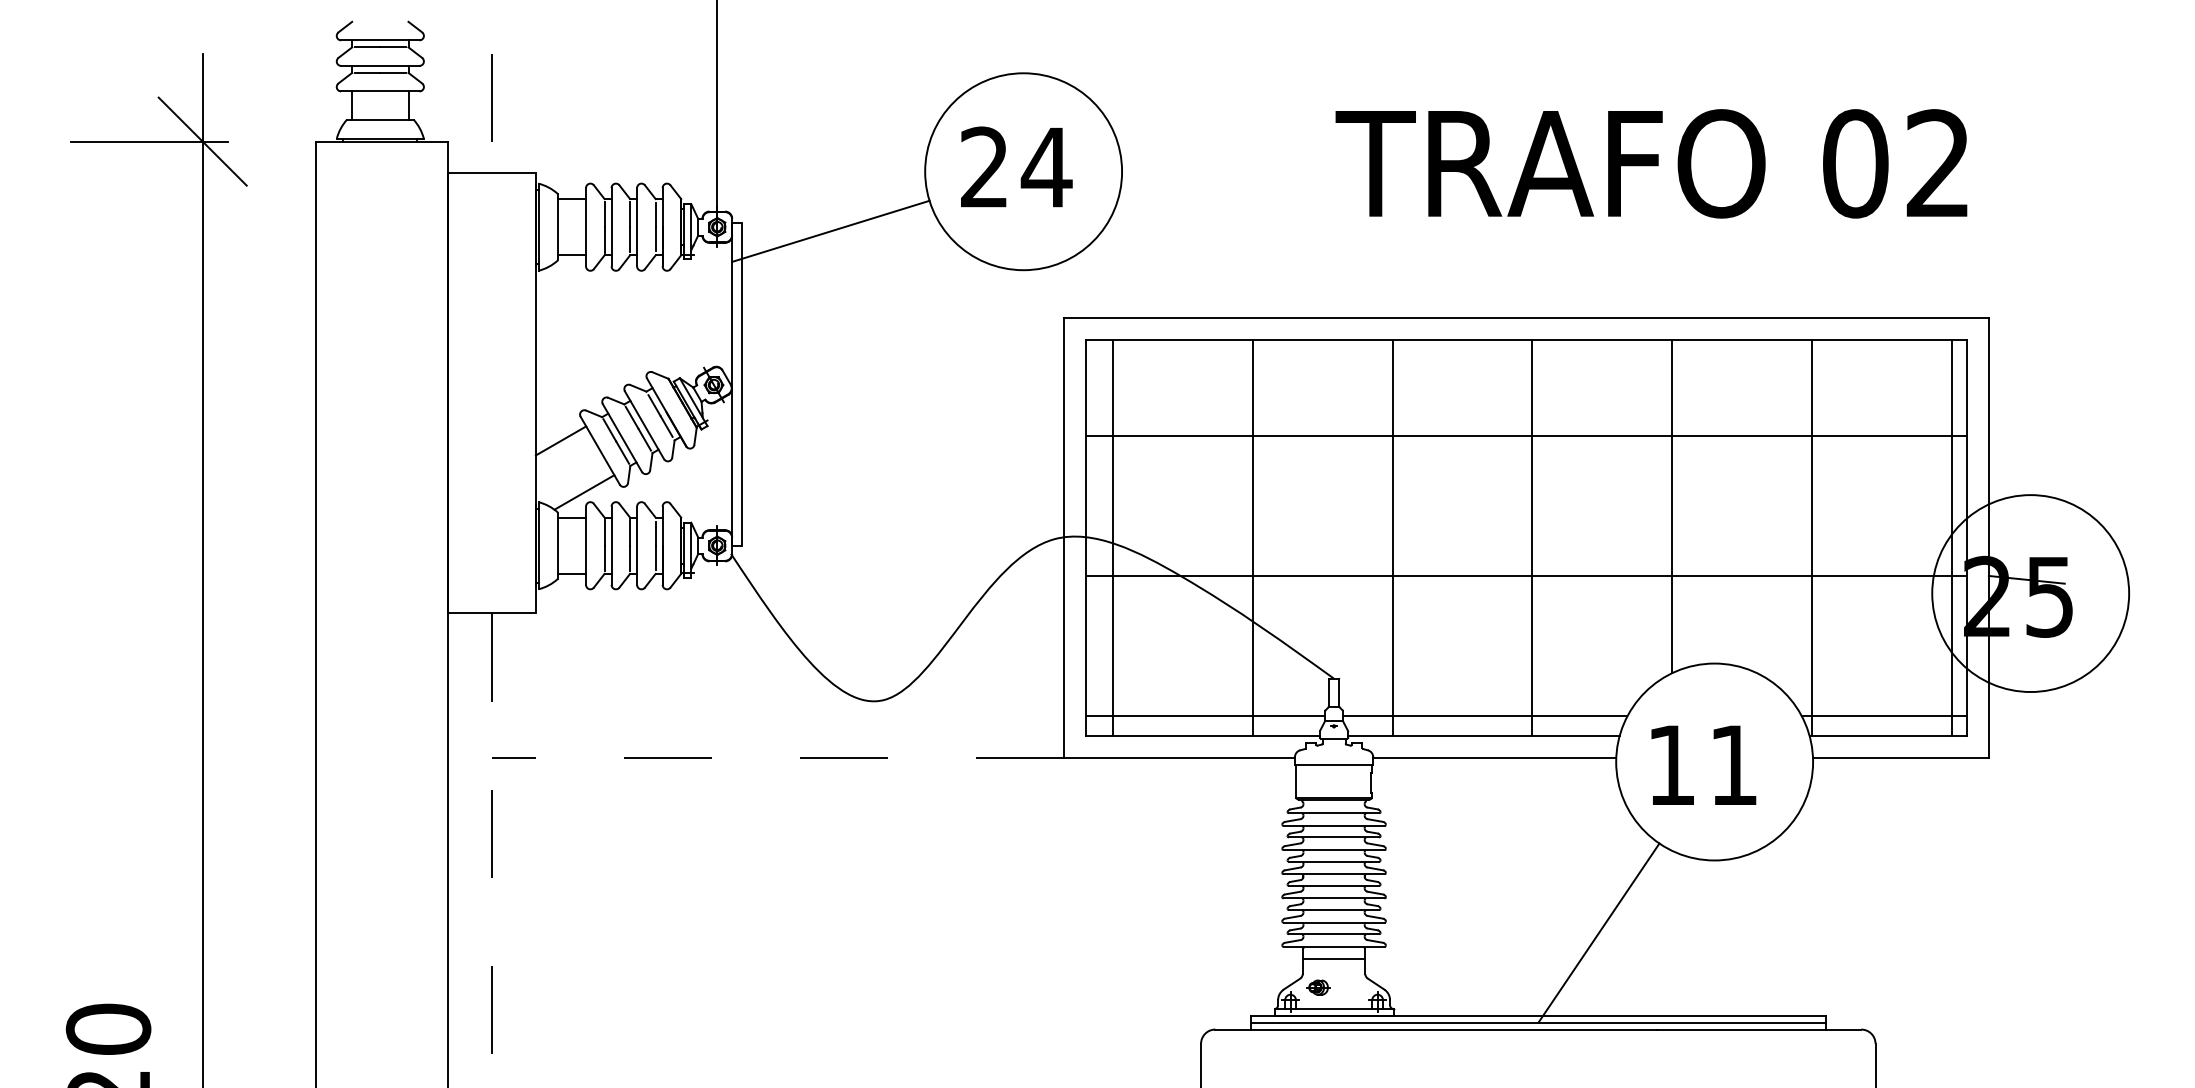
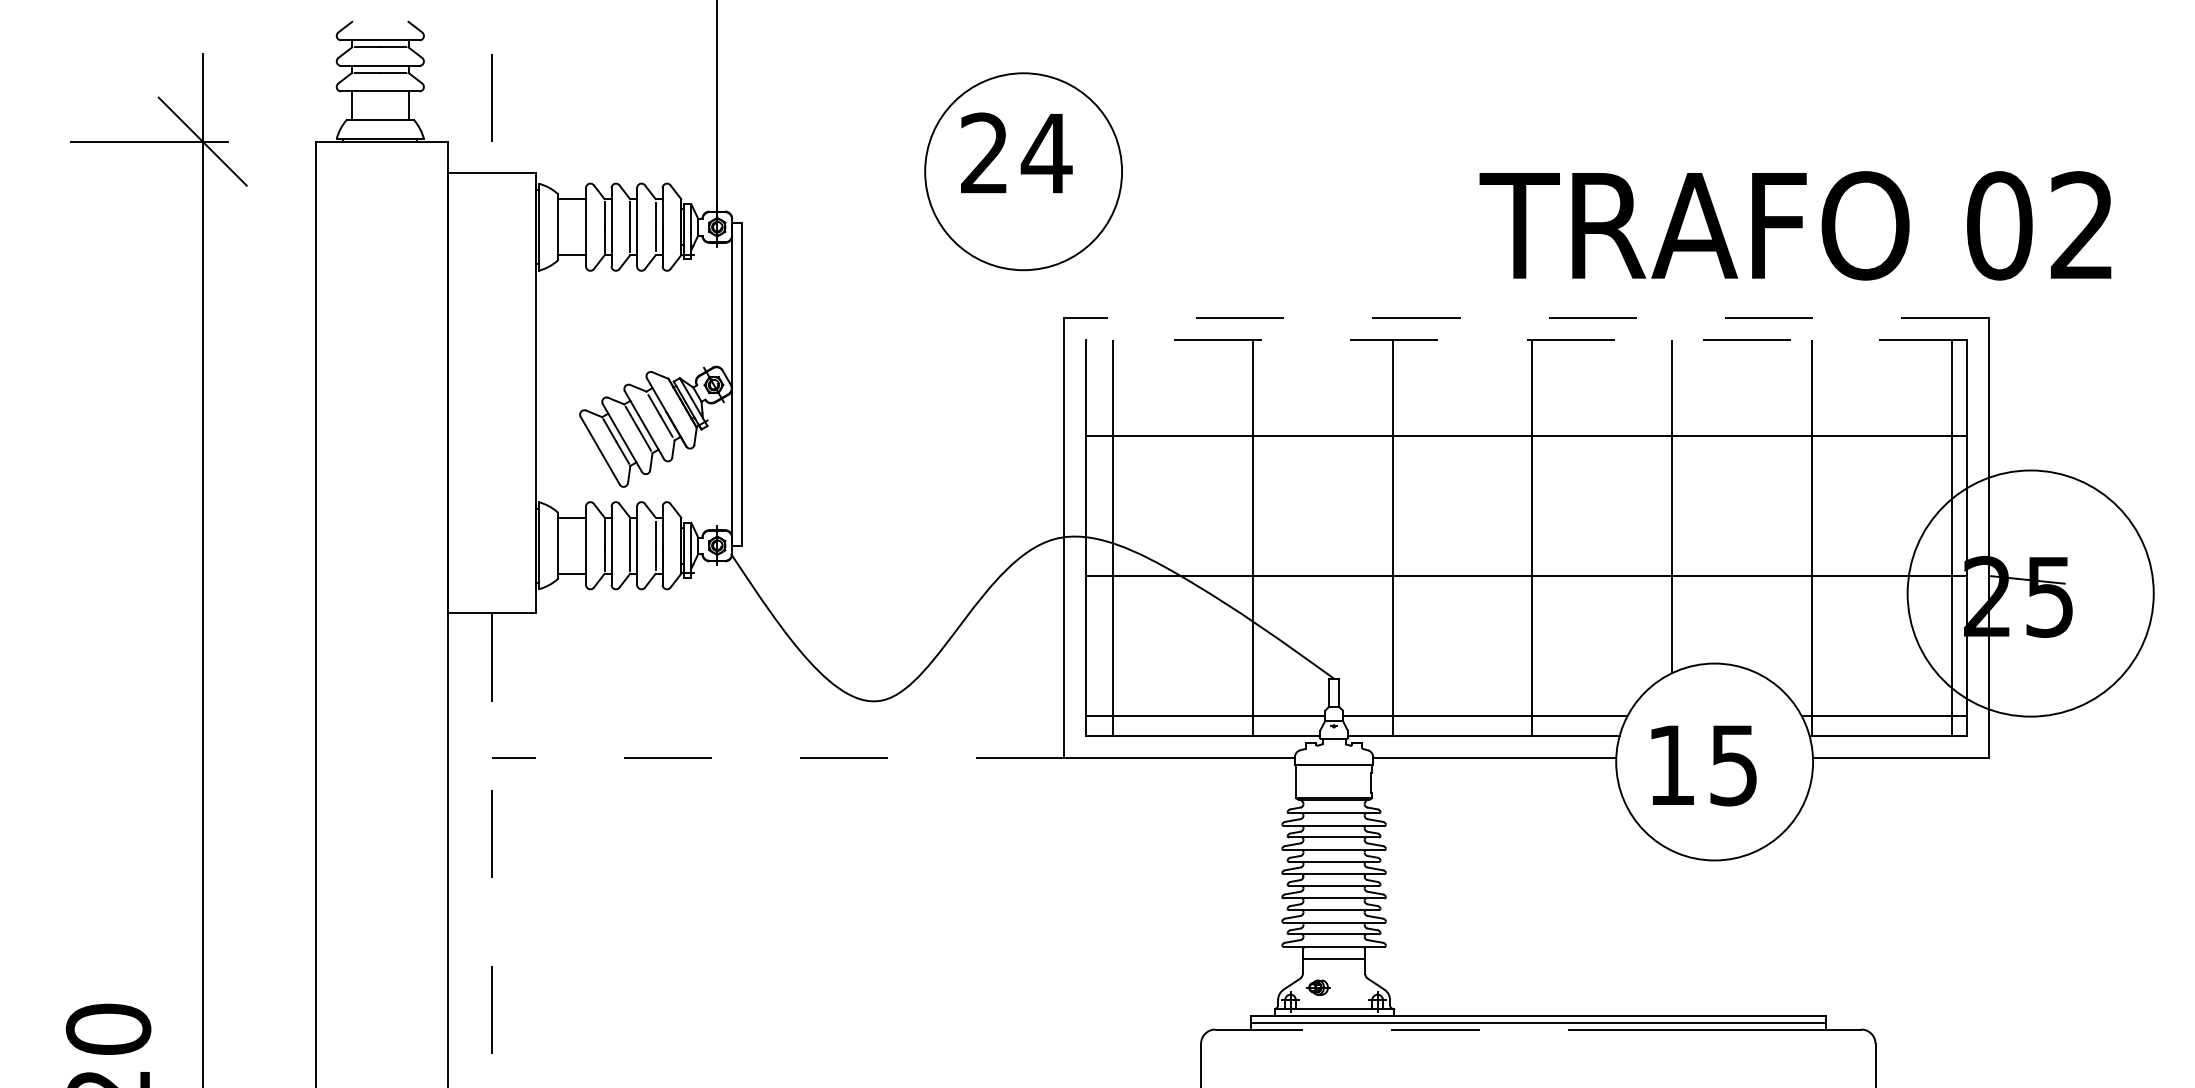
text at (1651, 163) position: (1651, 163) -> (1795, 225)
text at (1016, 166) position: (1016, 166) -> (1016, 152)
line at (830, 230): present -> none
line at (1526, 317): solid -> dashed
line at (1526, 339): solid -> dashed
line at (560, 440): present -> none
line at (584, 492): present -> none
circle at (2030, 593) diameter: 197 px -> 246 px
text at (1733, 765): 11 -> 15
line at (1598, 932): present -> none
line at (1436, 1029): solid -> dashed
